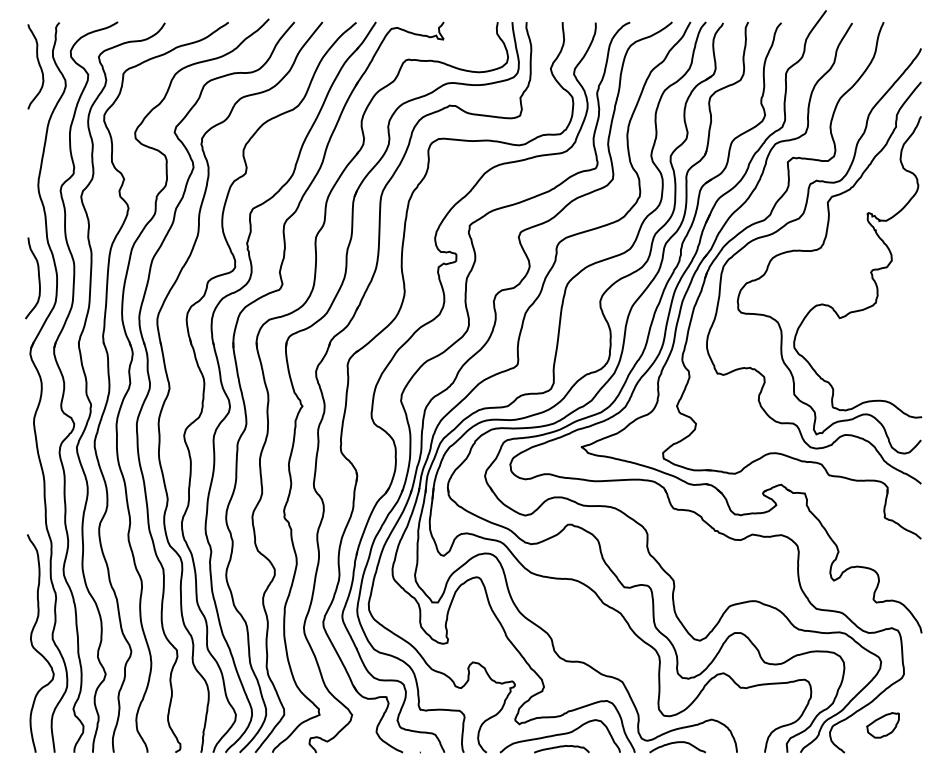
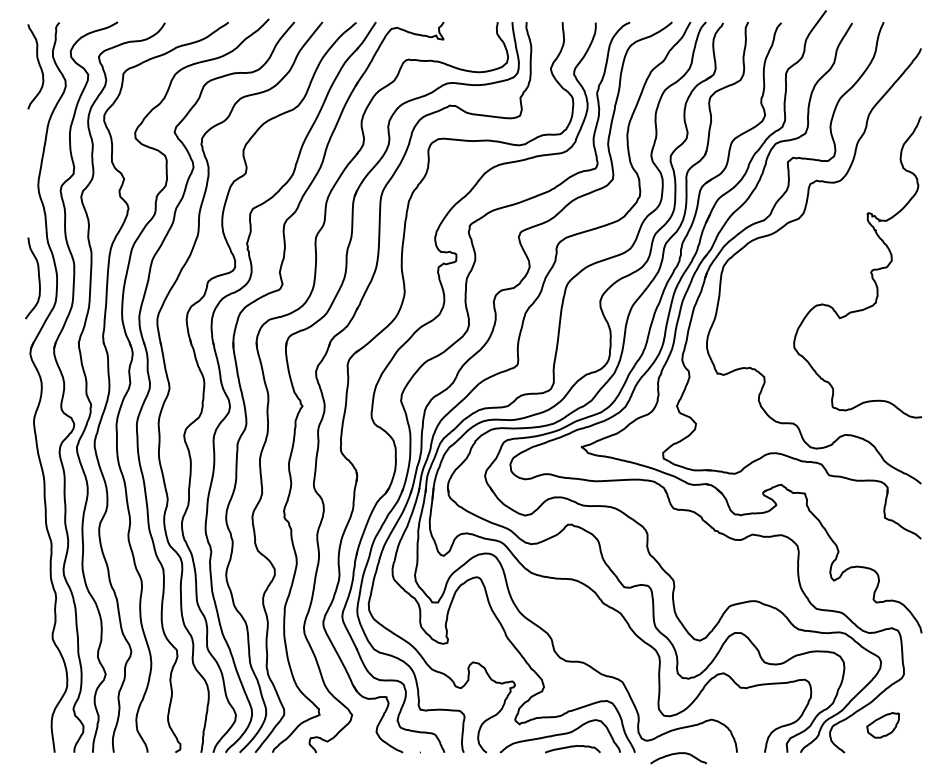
curve at (818, 250): present -> none
curve at (35, 648): present -> none
curve at (677, 743) position: (677, 743) -> (678, 754)
curve at (561, 747) position: (561, 747) -> (572, 747)
